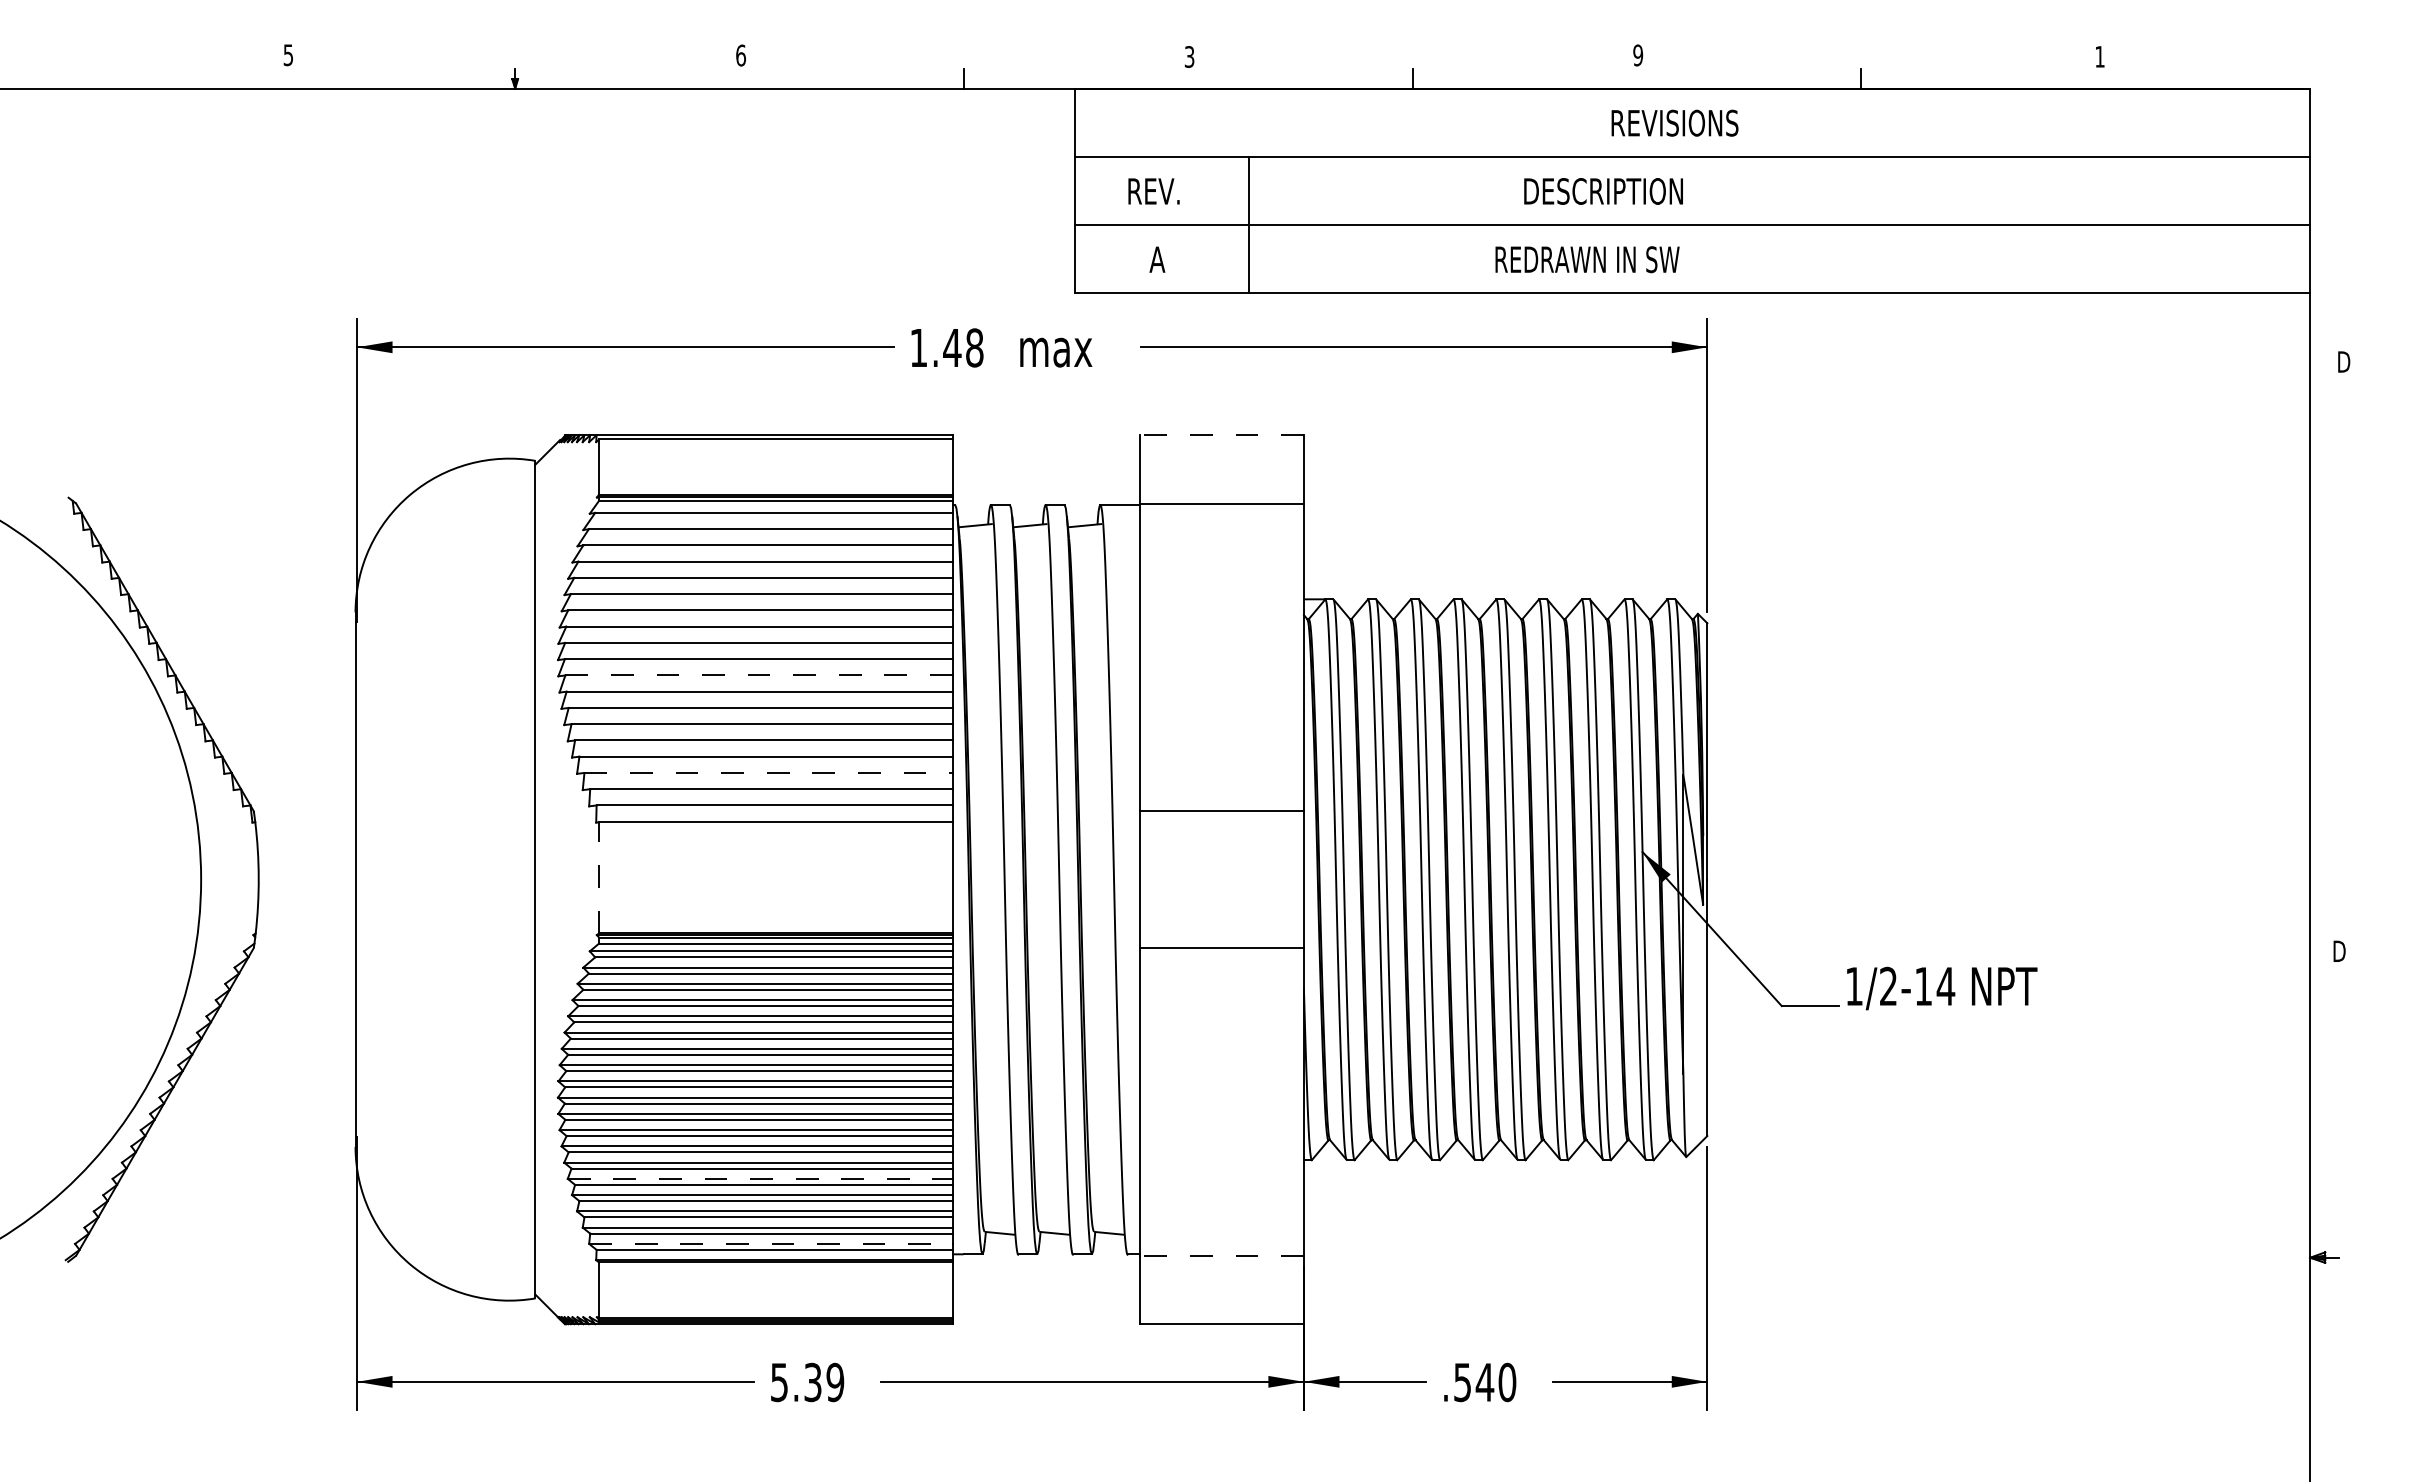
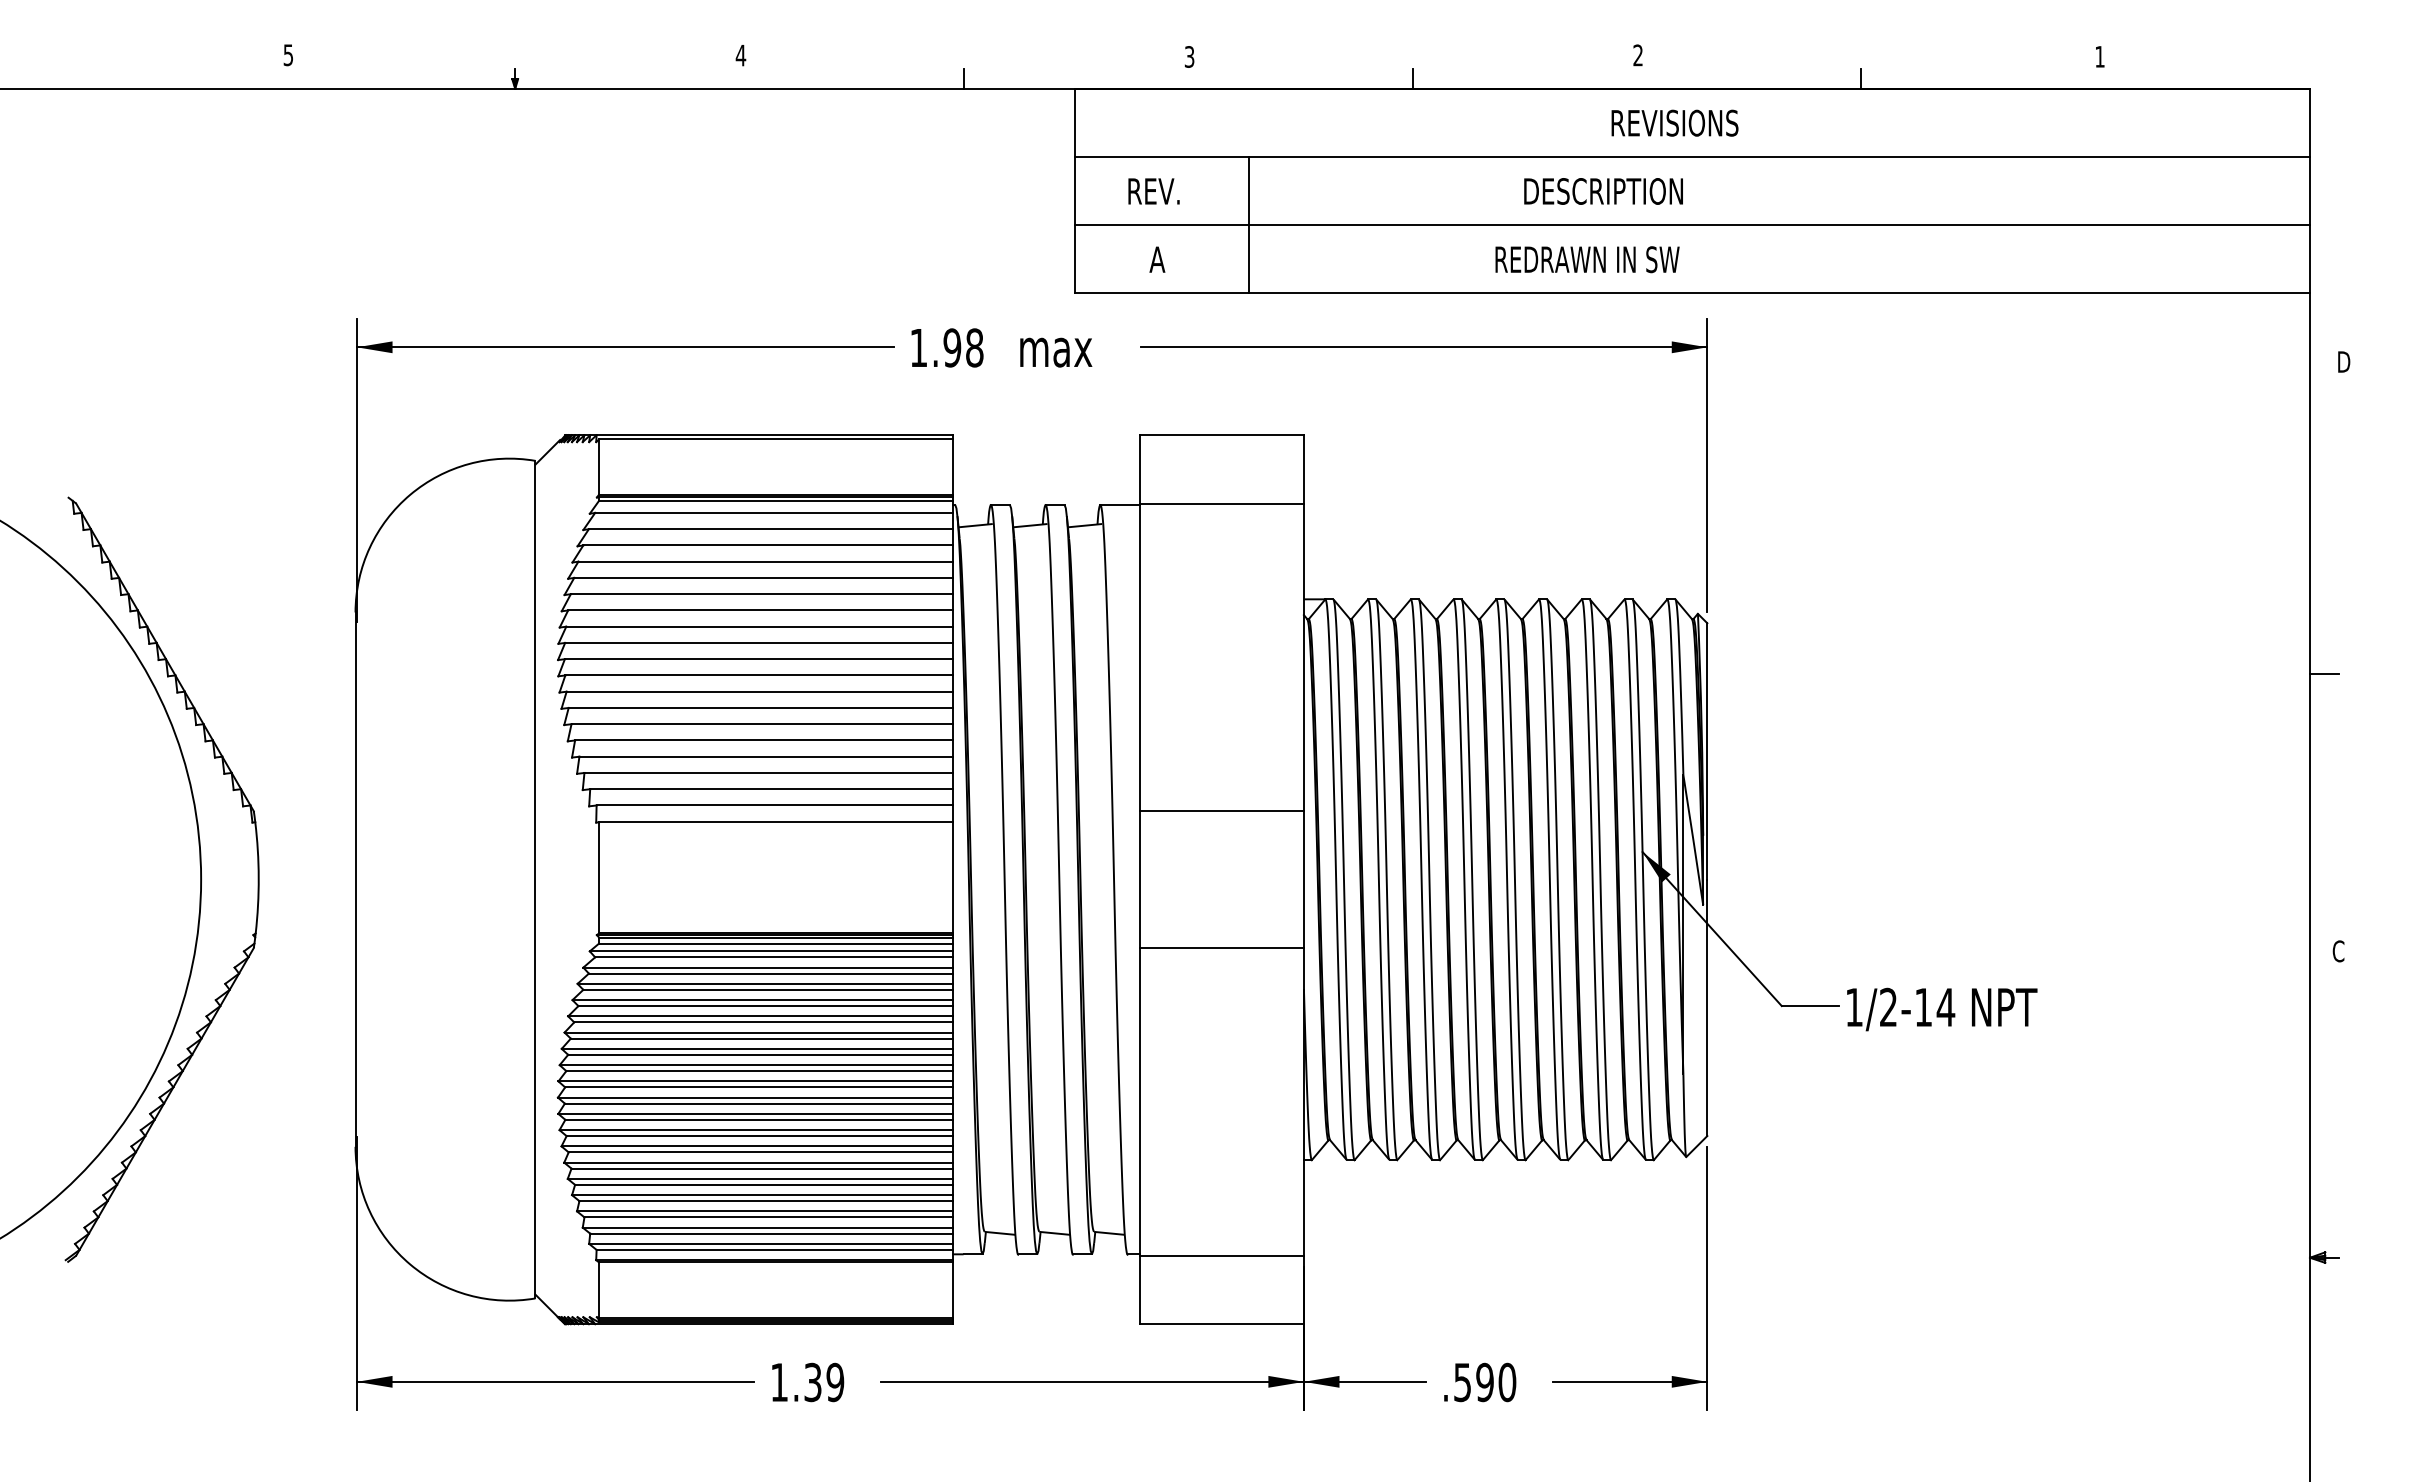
text at (740, 55): 6 -> 4
text at (1638, 55): 9 -> 2
text at (952, 347): 1.48 -> 1.98
line at (1221, 435): dashed -> solid
line at (2324, 673): none -> present
line at (758, 675): dashed -> solid
line at (768, 772): dashed -> solid
line at (599, 877): dashed -> solid
text at (2338, 951): D -> C
text at (1942, 988) position: (1942, 988) -> (1942, 1009)
line at (760, 1178): dashed -> solid
line at (770, 1243): dashed -> solid
line at (1221, 1255): dashed -> solid
text at (779, 1382): 5.39 -> 1.39
text at (1484, 1382): .540 -> .590
